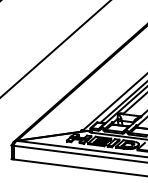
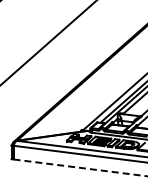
line at (55, 49) position: (55, 49) -> (48, 42)
line at (80, 167): solid -> dashed
